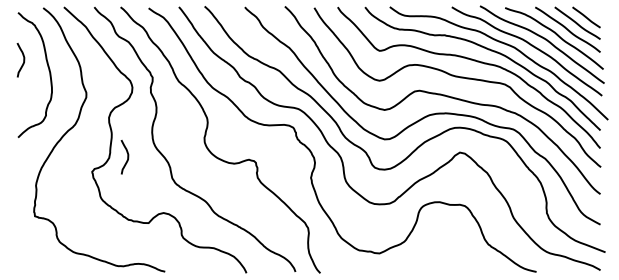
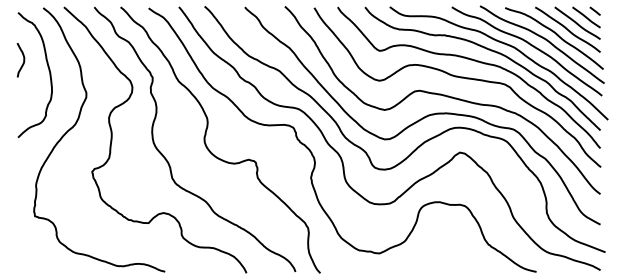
line at (594, 10): none -> present
curve at (127, 157): present -> none
